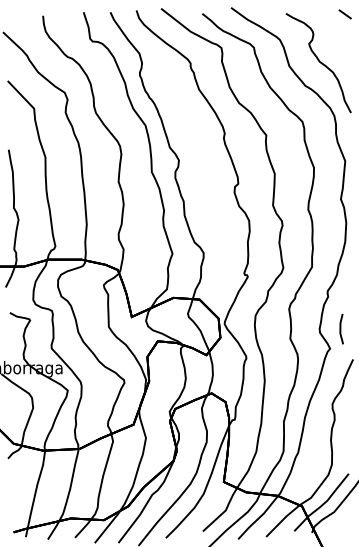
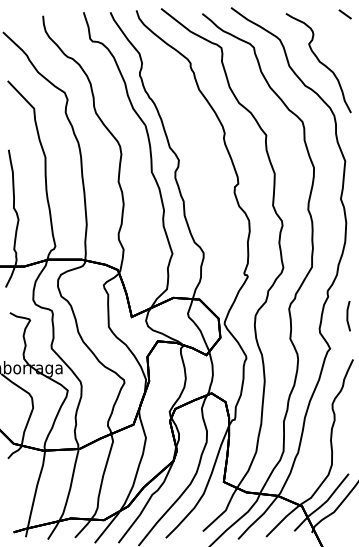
line at (341, 329) position: (341, 329) -> (348, 316)
